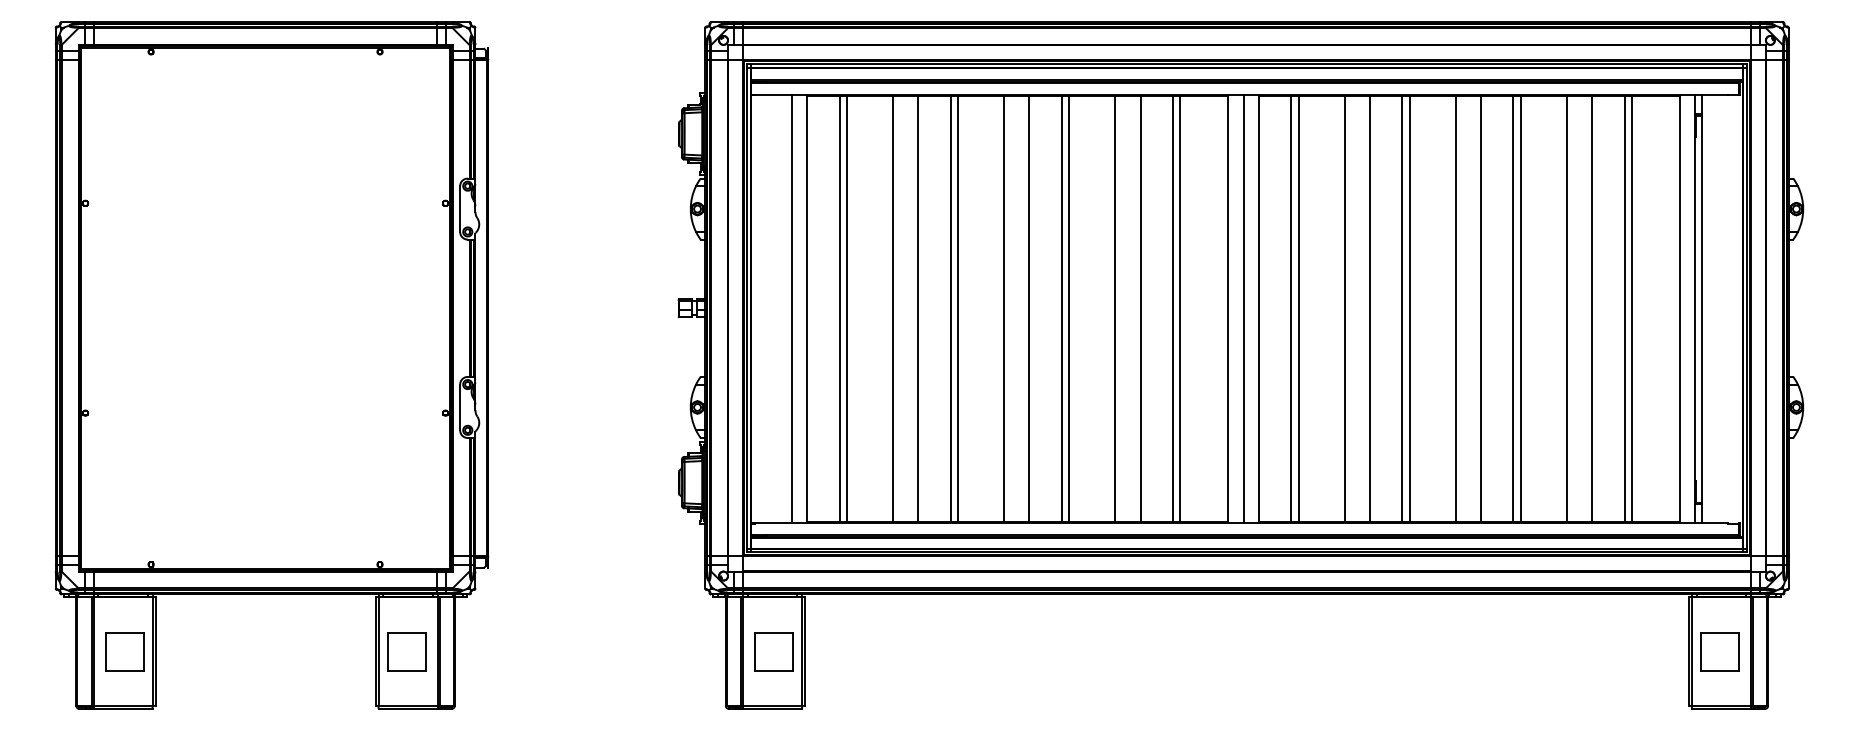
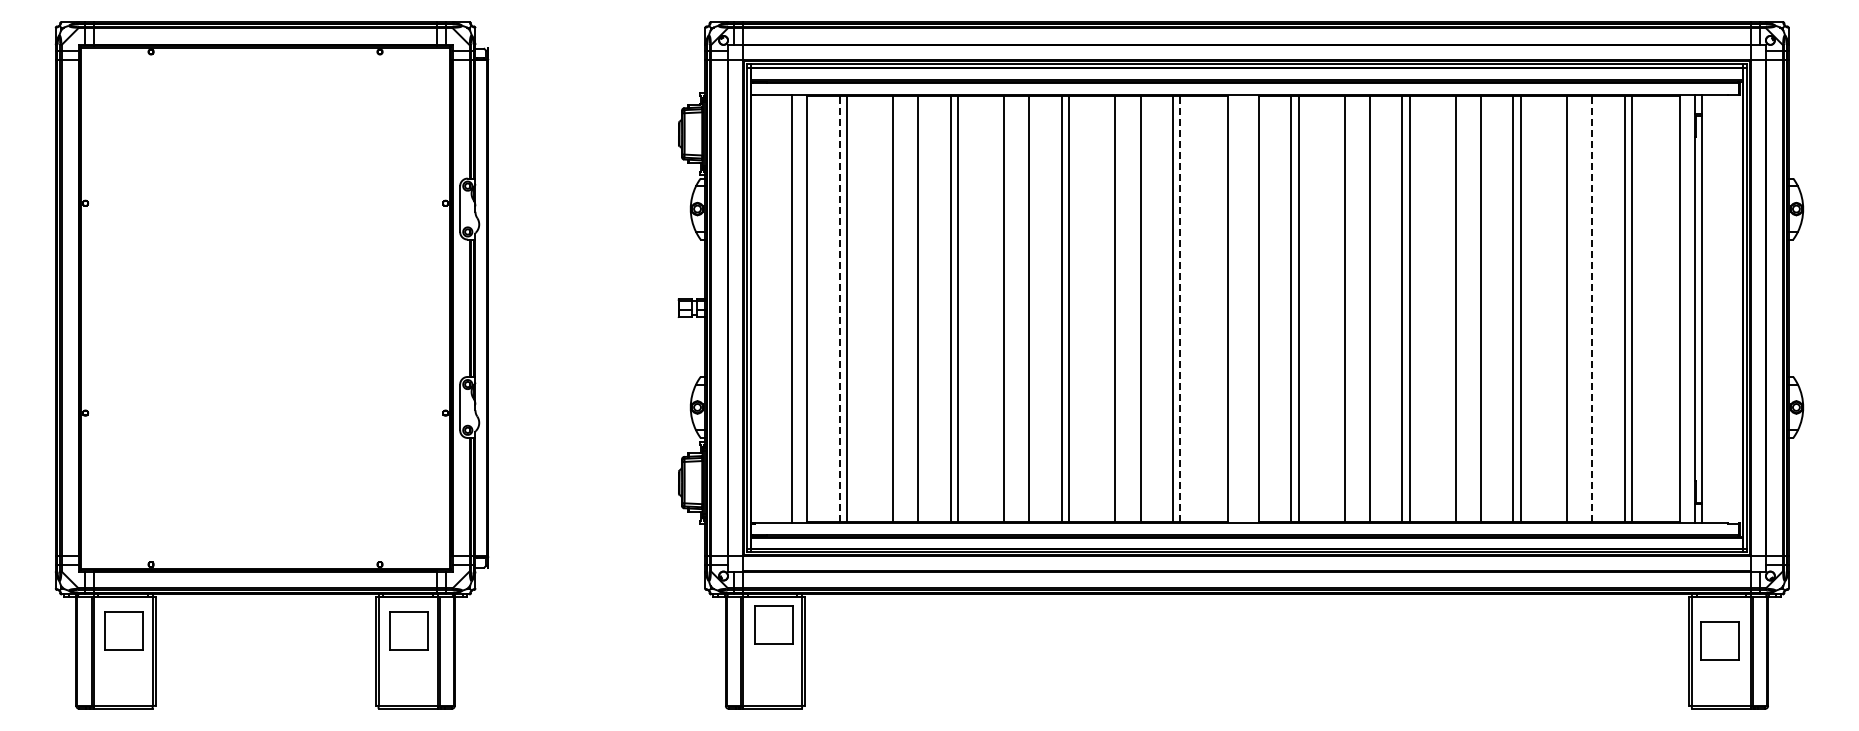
line at (1243, 308): present -> none
line at (839, 309): solid -> dashed
line at (1180, 309): solid -> dashed
line at (1592, 309): solid -> dashed
part at (124, 651) position: (124, 651) -> (123, 630)
part at (406, 651) position: (406, 651) -> (408, 630)
part at (773, 651) position: (773, 651) -> (773, 624)
part at (1719, 651) position: (1719, 651) -> (1719, 640)
